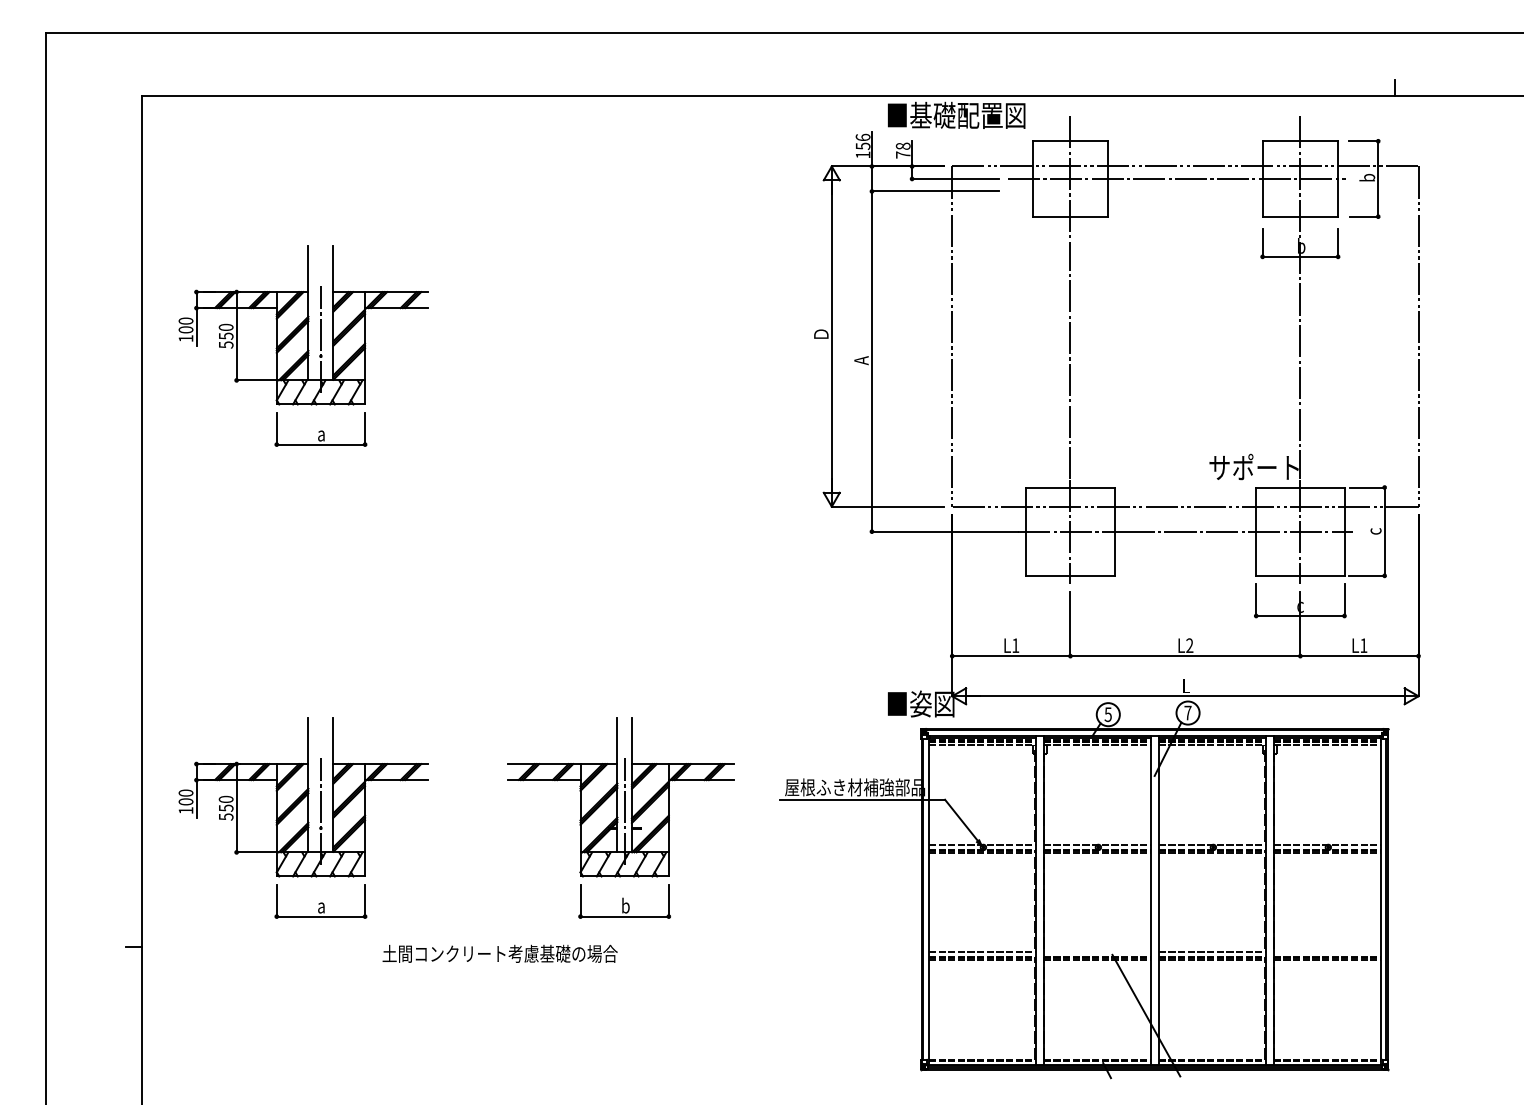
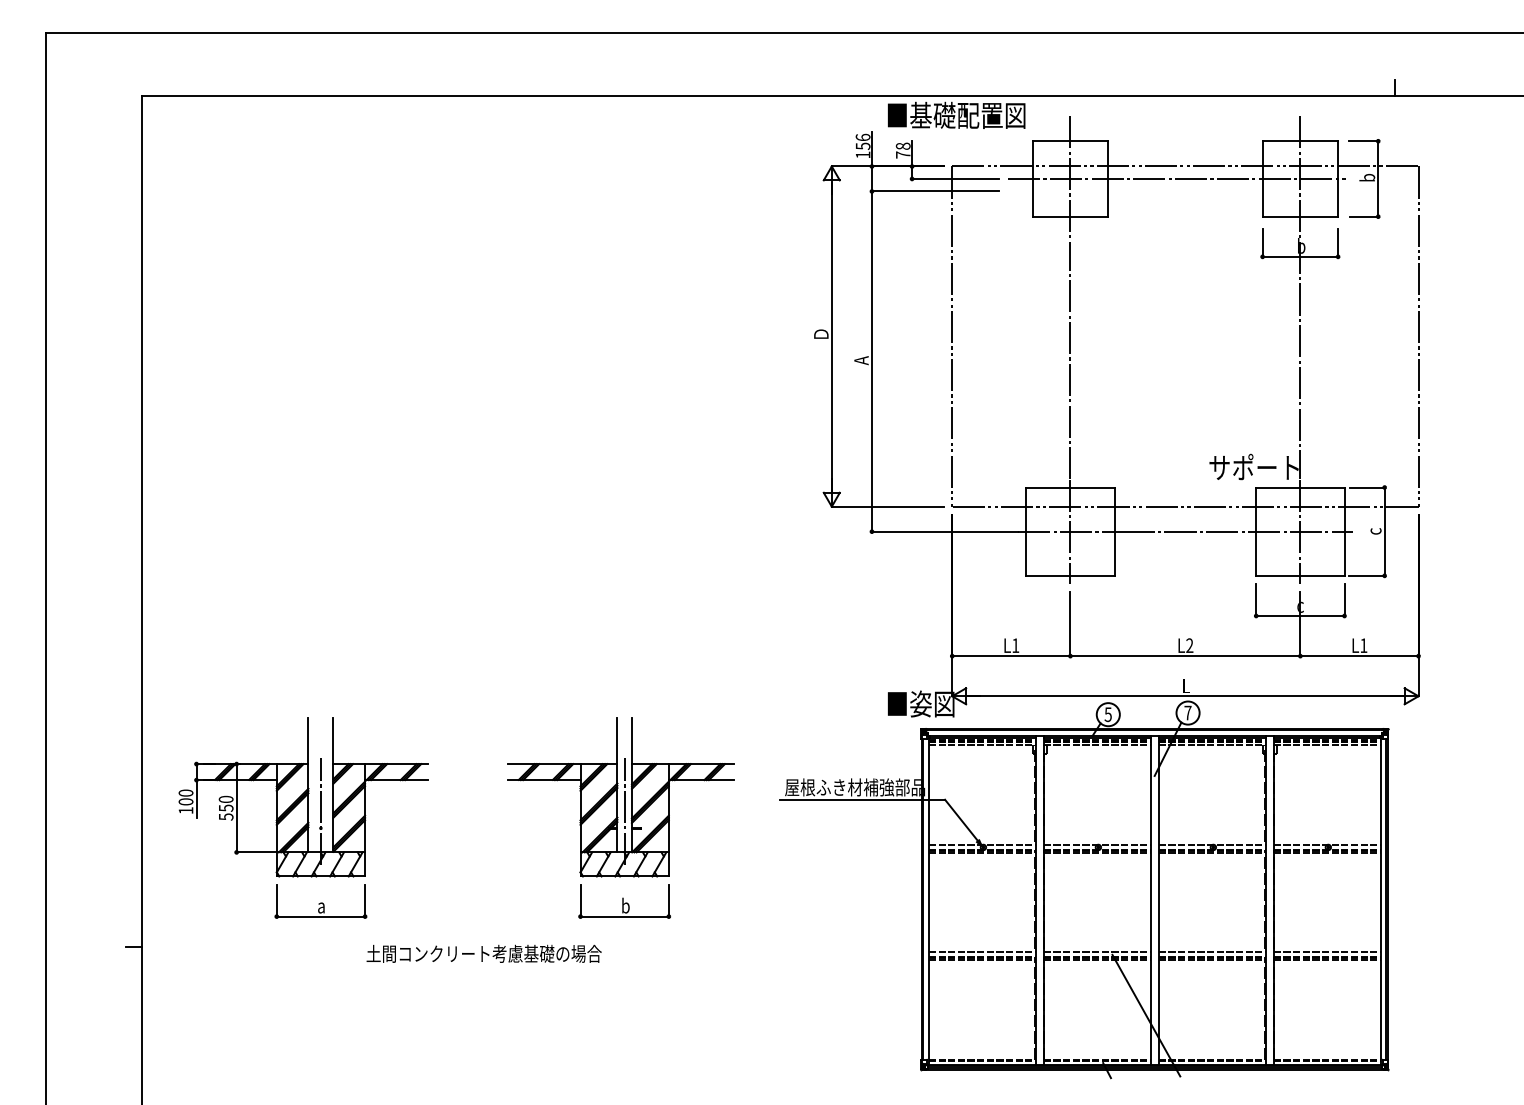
part at (303, 345): present -> none
line at (1096, 952): none -> present
line at (1326, 952): none -> present
text at (499, 953) position: (499, 953) -> (483, 953)
